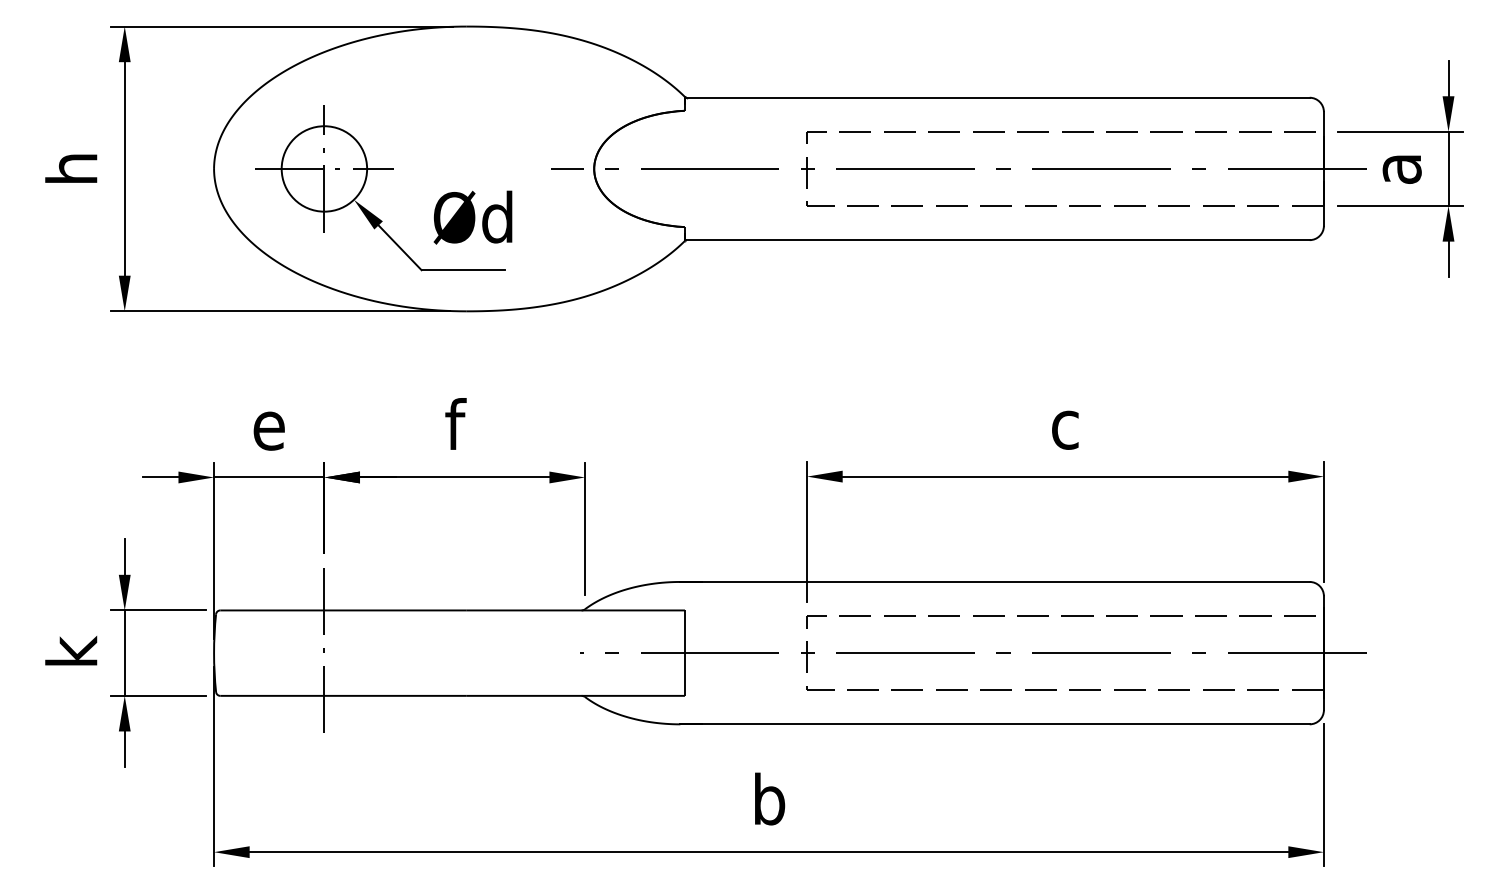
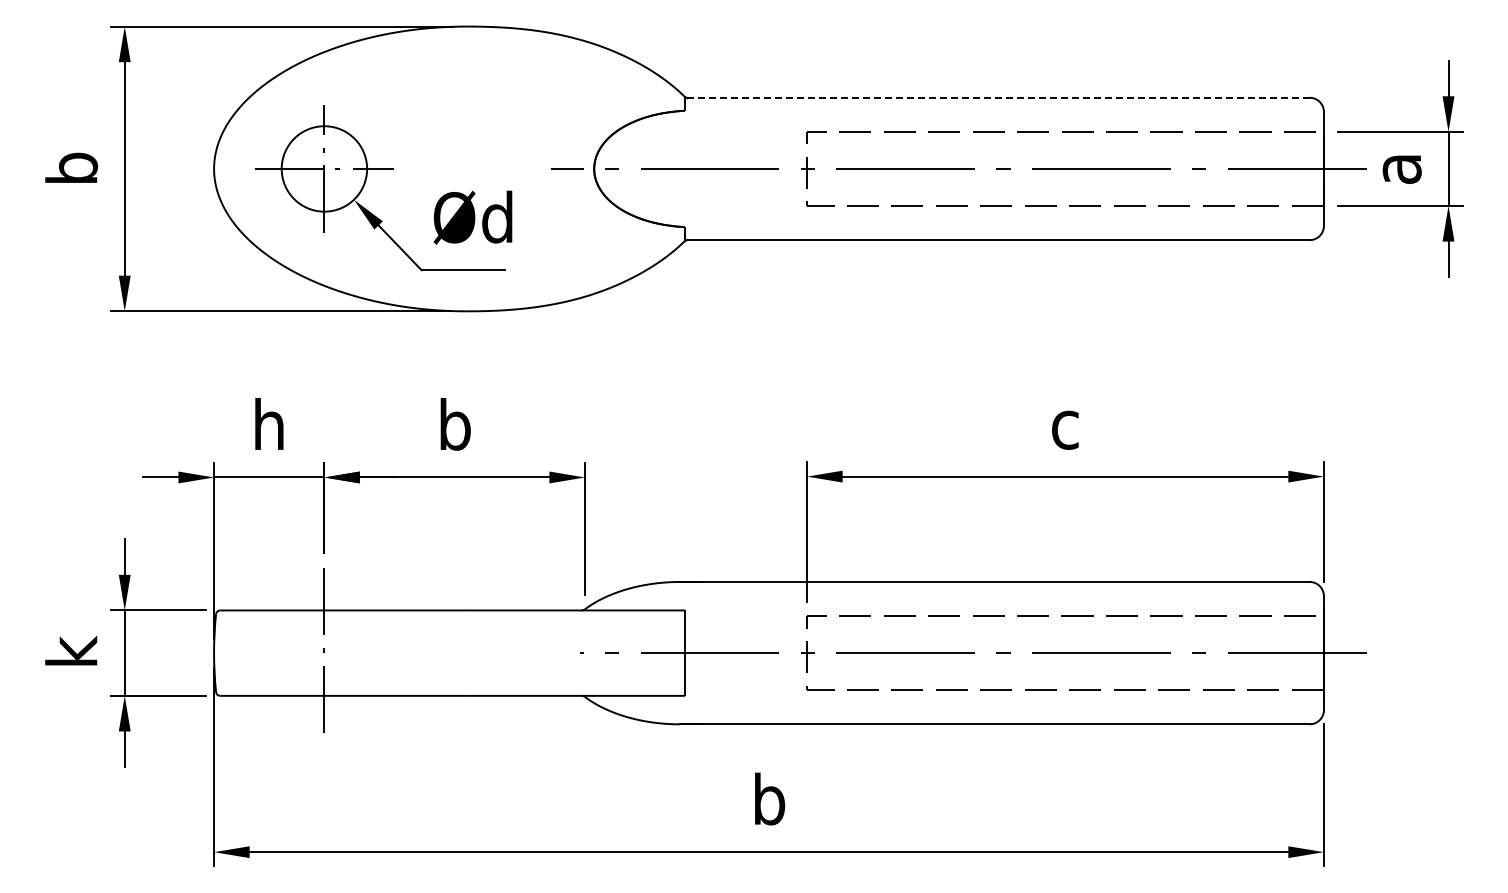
line at (997, 97): solid -> dashed
text at (78, 164): h -> b
text at (268, 424): e -> h
text at (455, 424): f -> b
